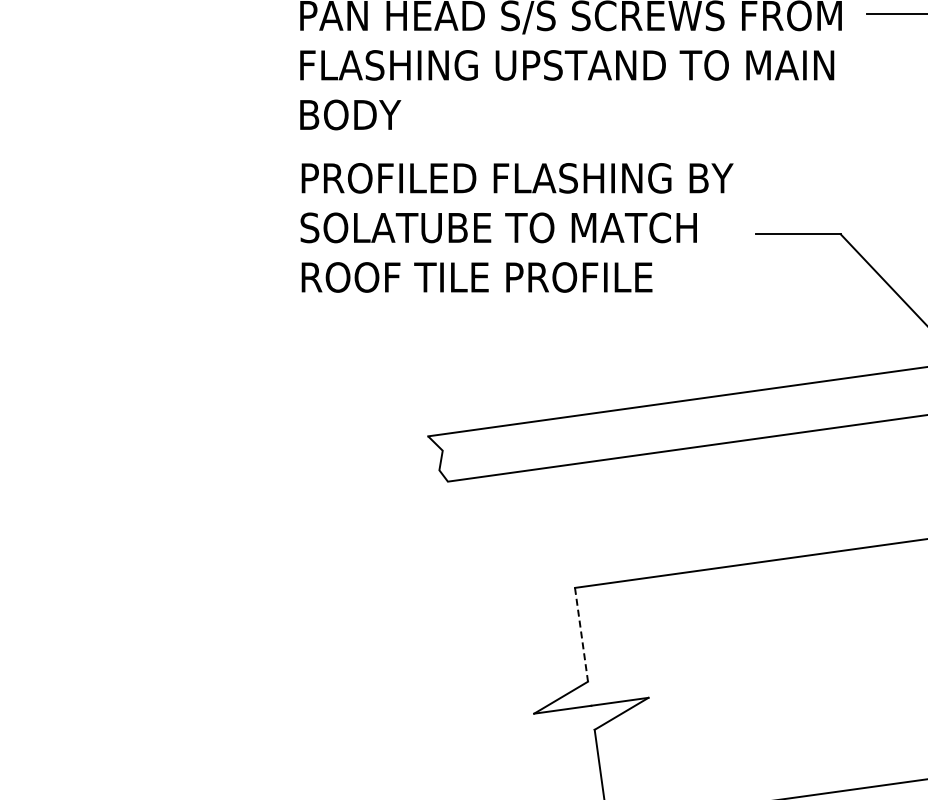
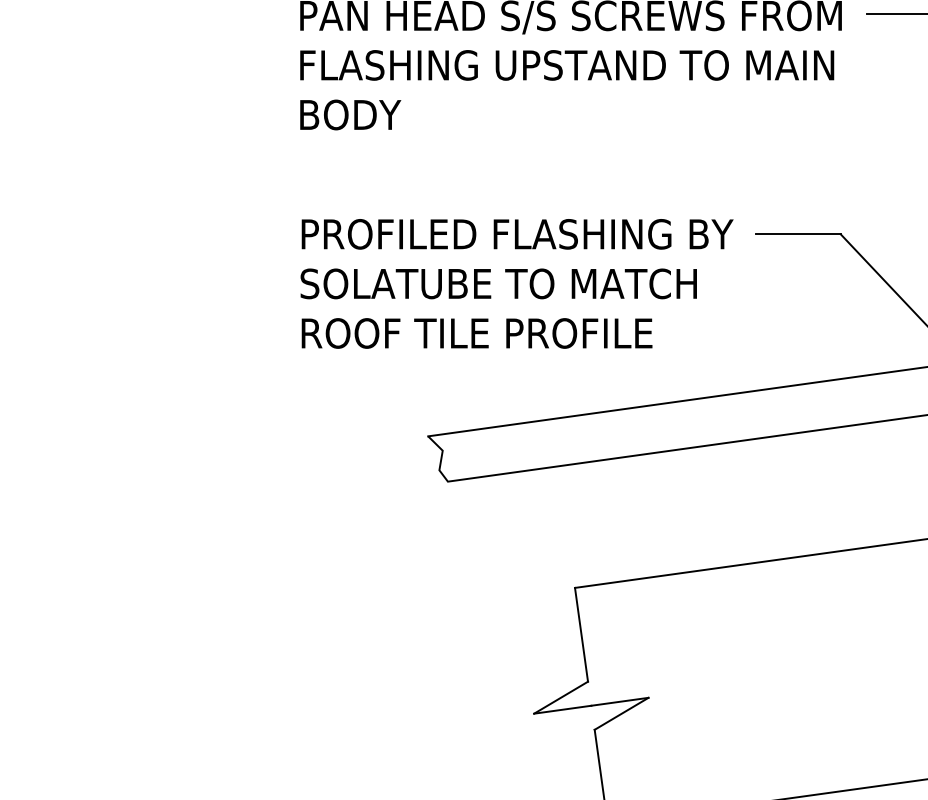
text at (516, 227) position: (516, 227) -> (516, 283)
line at (581, 635): dashed -> solid
